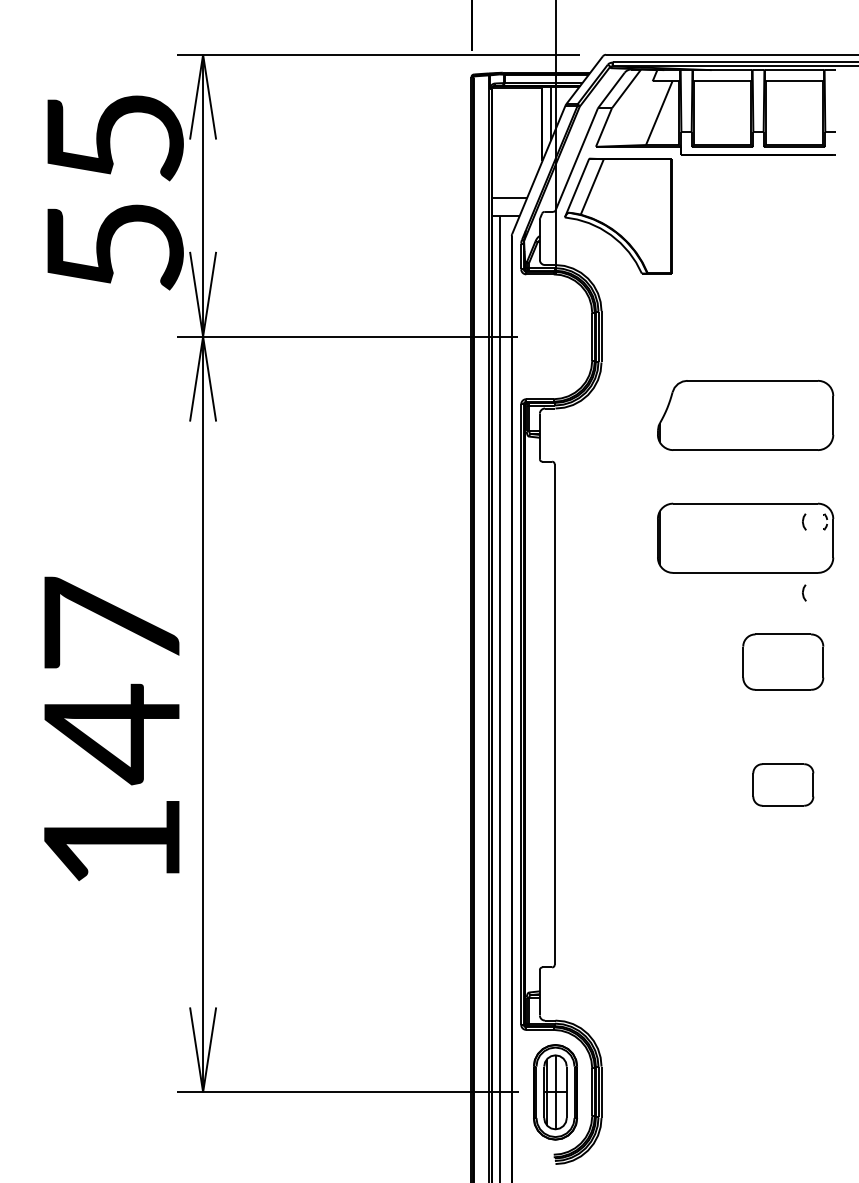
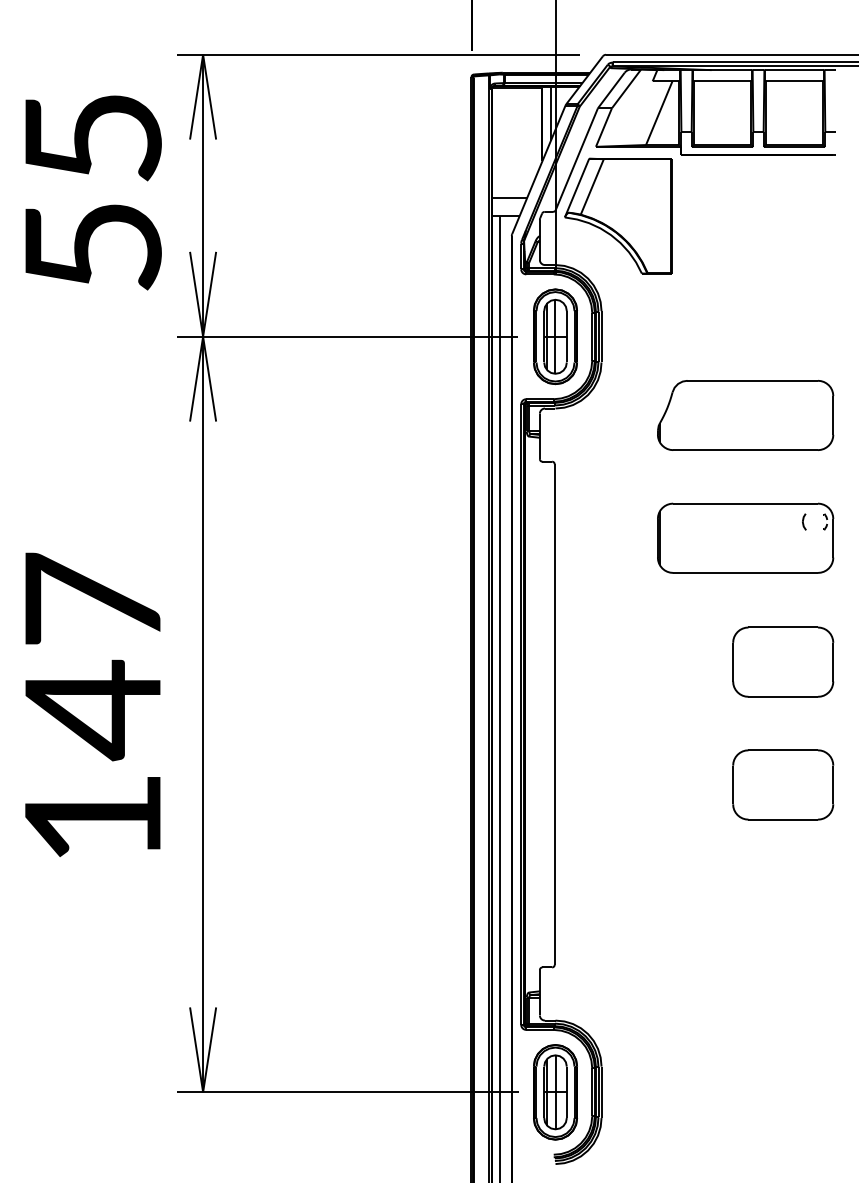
text at (115, 192) position: (115, 192) -> (93, 192)
part at (555, 336): none -> present
part at (804, 592): present -> none
part at (783, 661) size: 83x58 px -> 103x72 px
text at (111, 728) position: (111, 728) -> (92, 704)
part at (783, 784) size: 63x44 px -> 103x72 px
